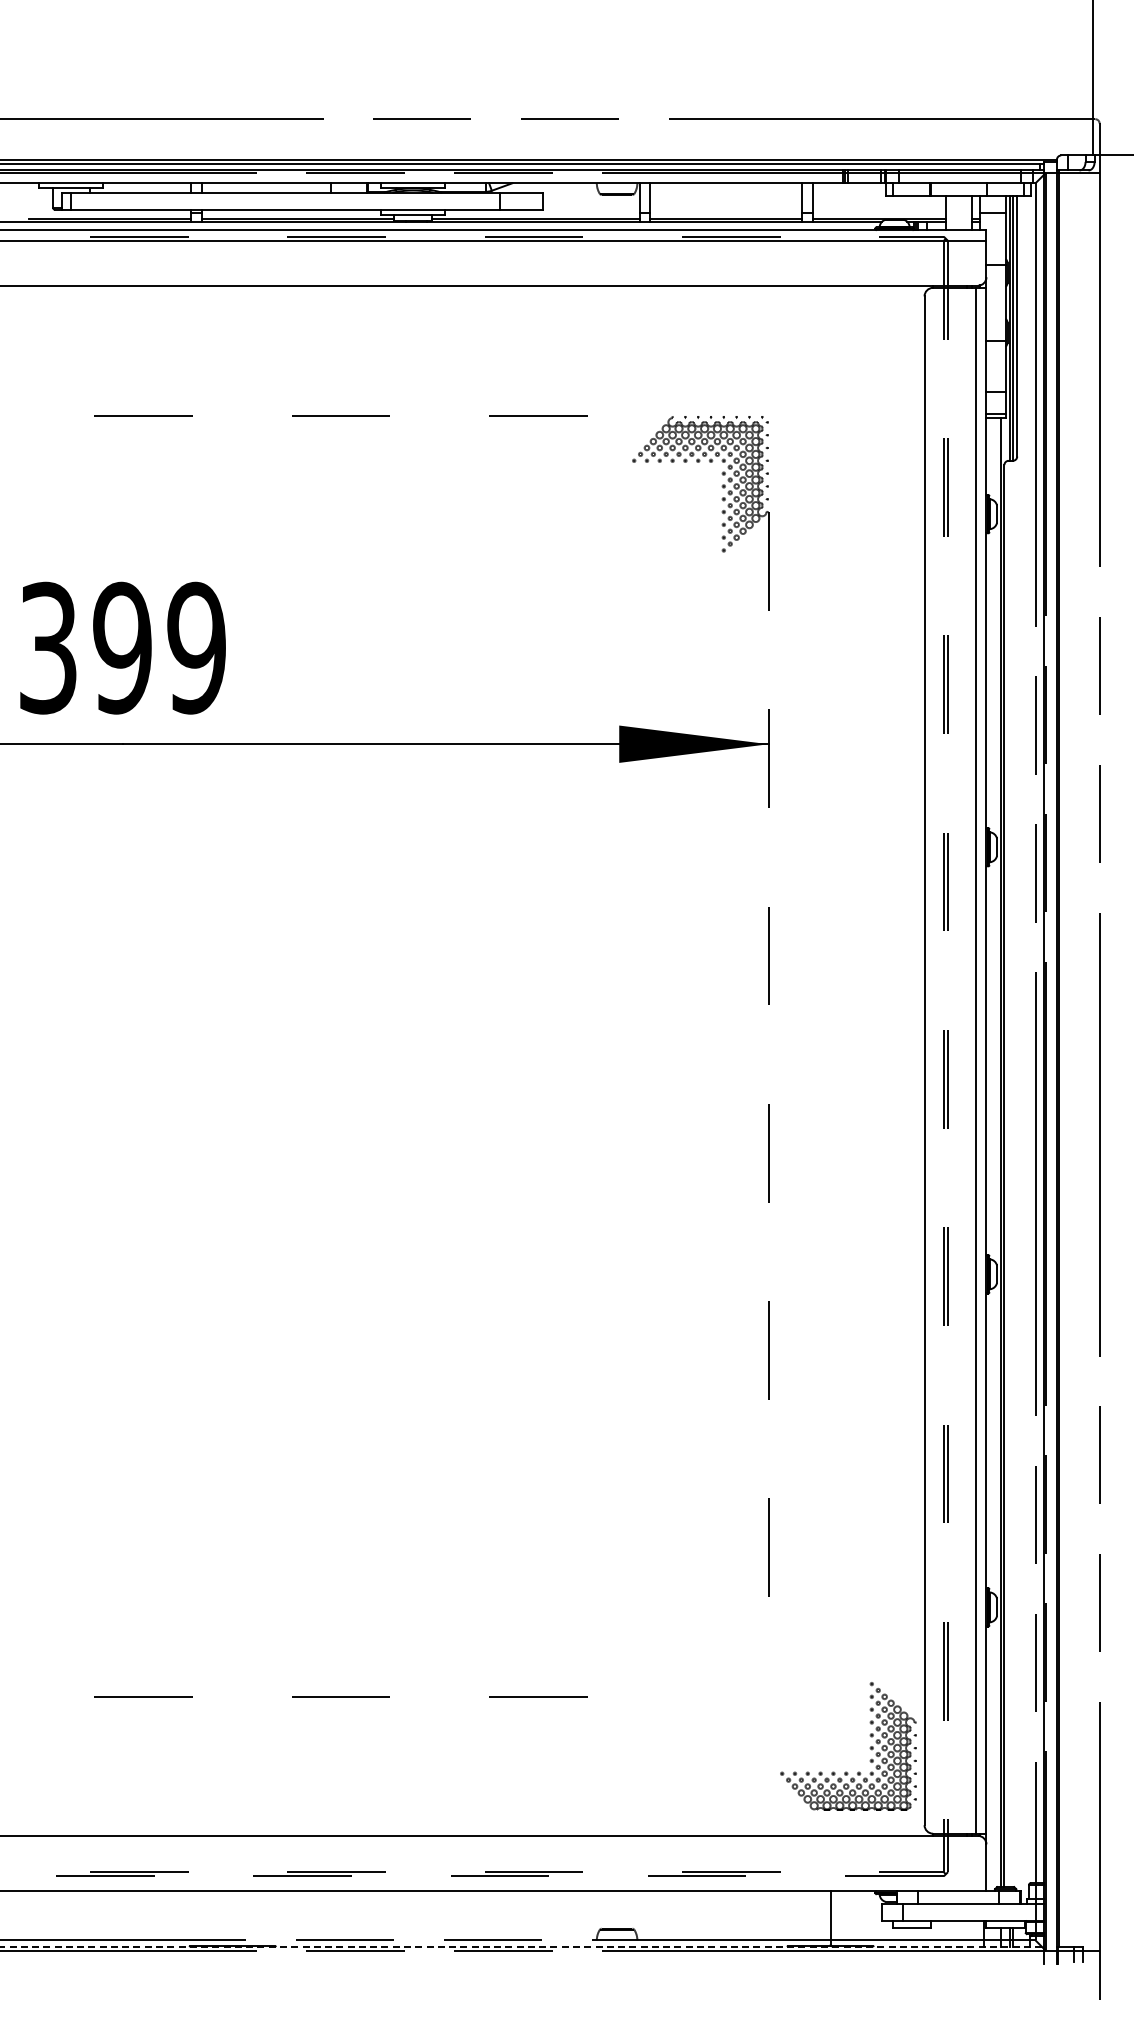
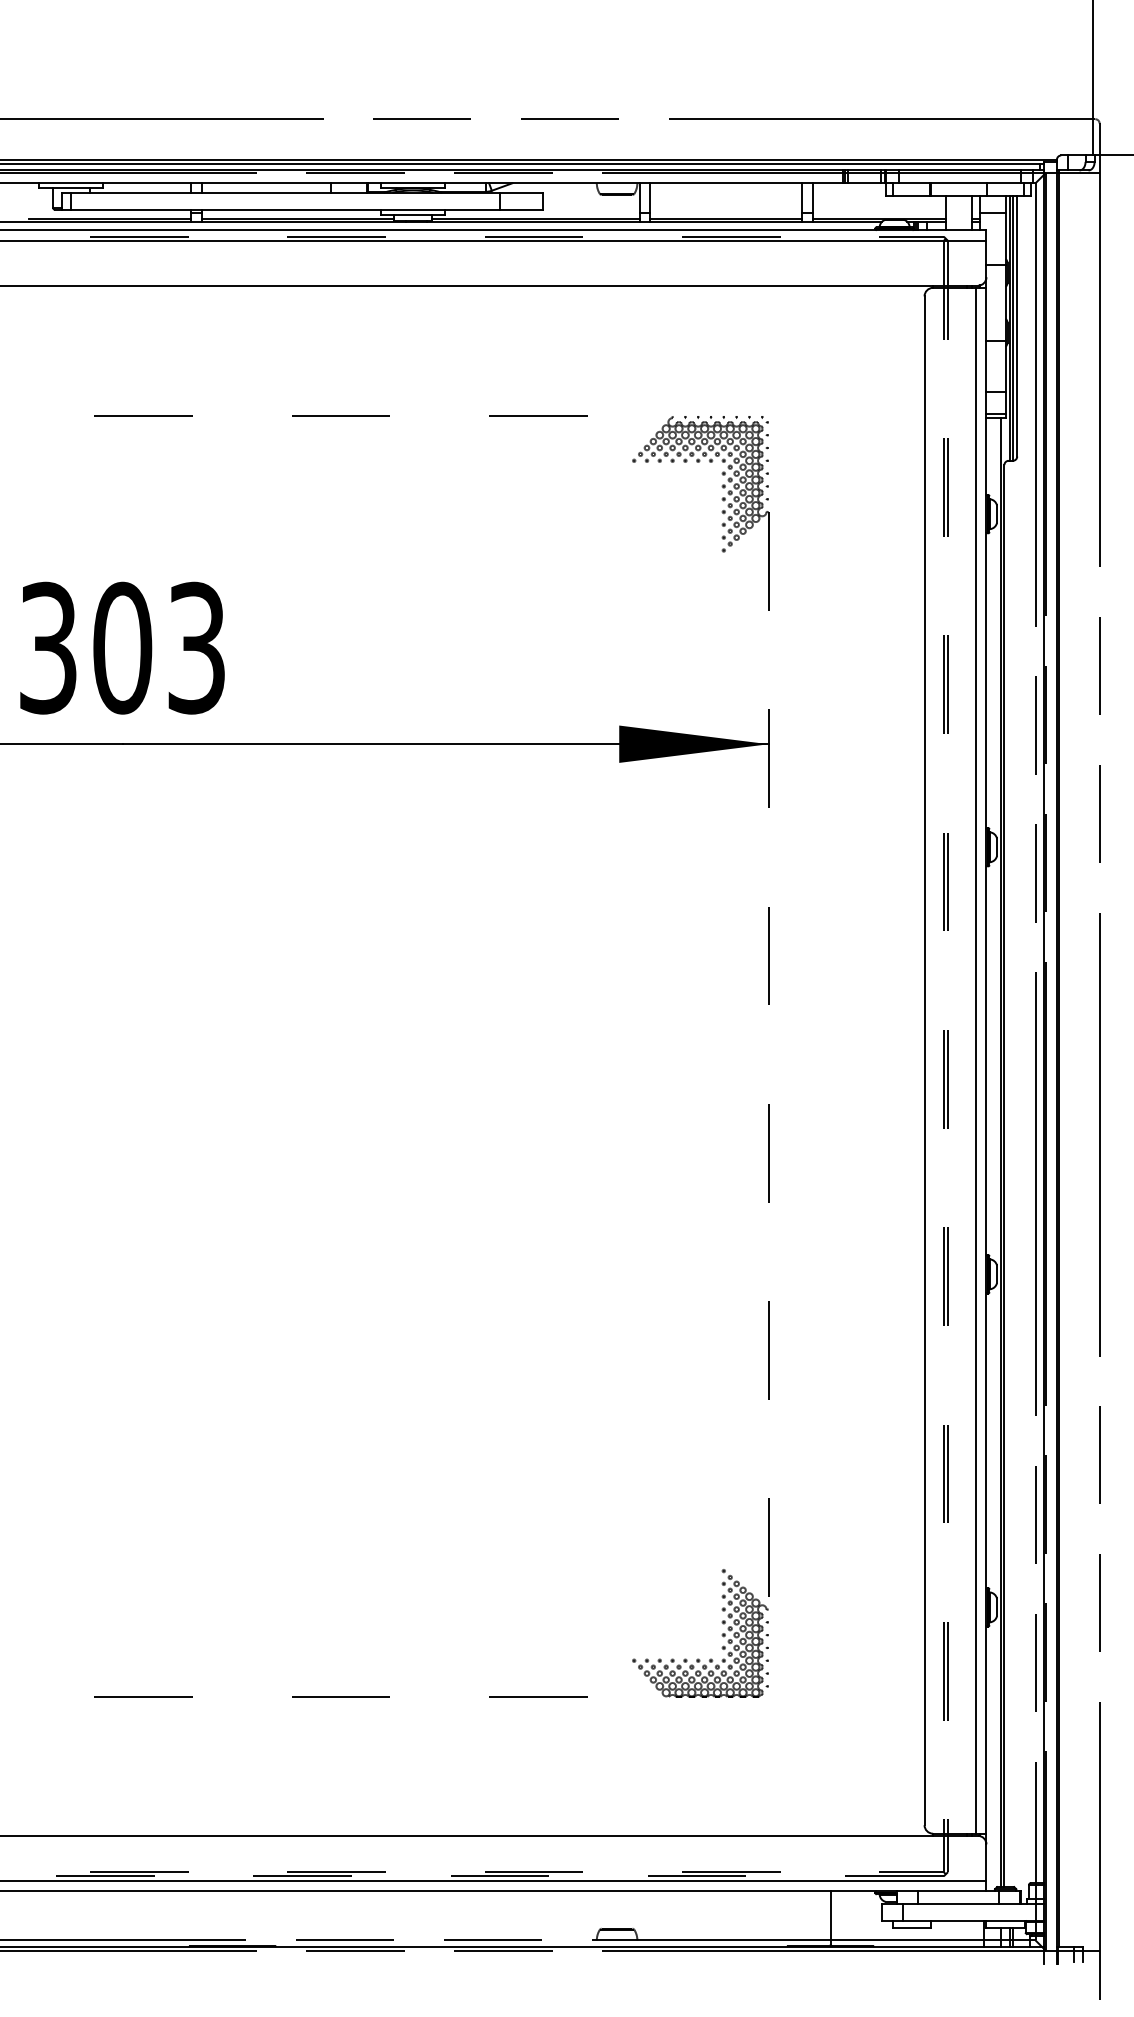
text at (159, 647): 399 -> 303
part at (869, 1747) position: (869, 1747) -> (721, 1634)
line at (494, 1880): none -> present
line at (522, 1946): dashed -> solid
